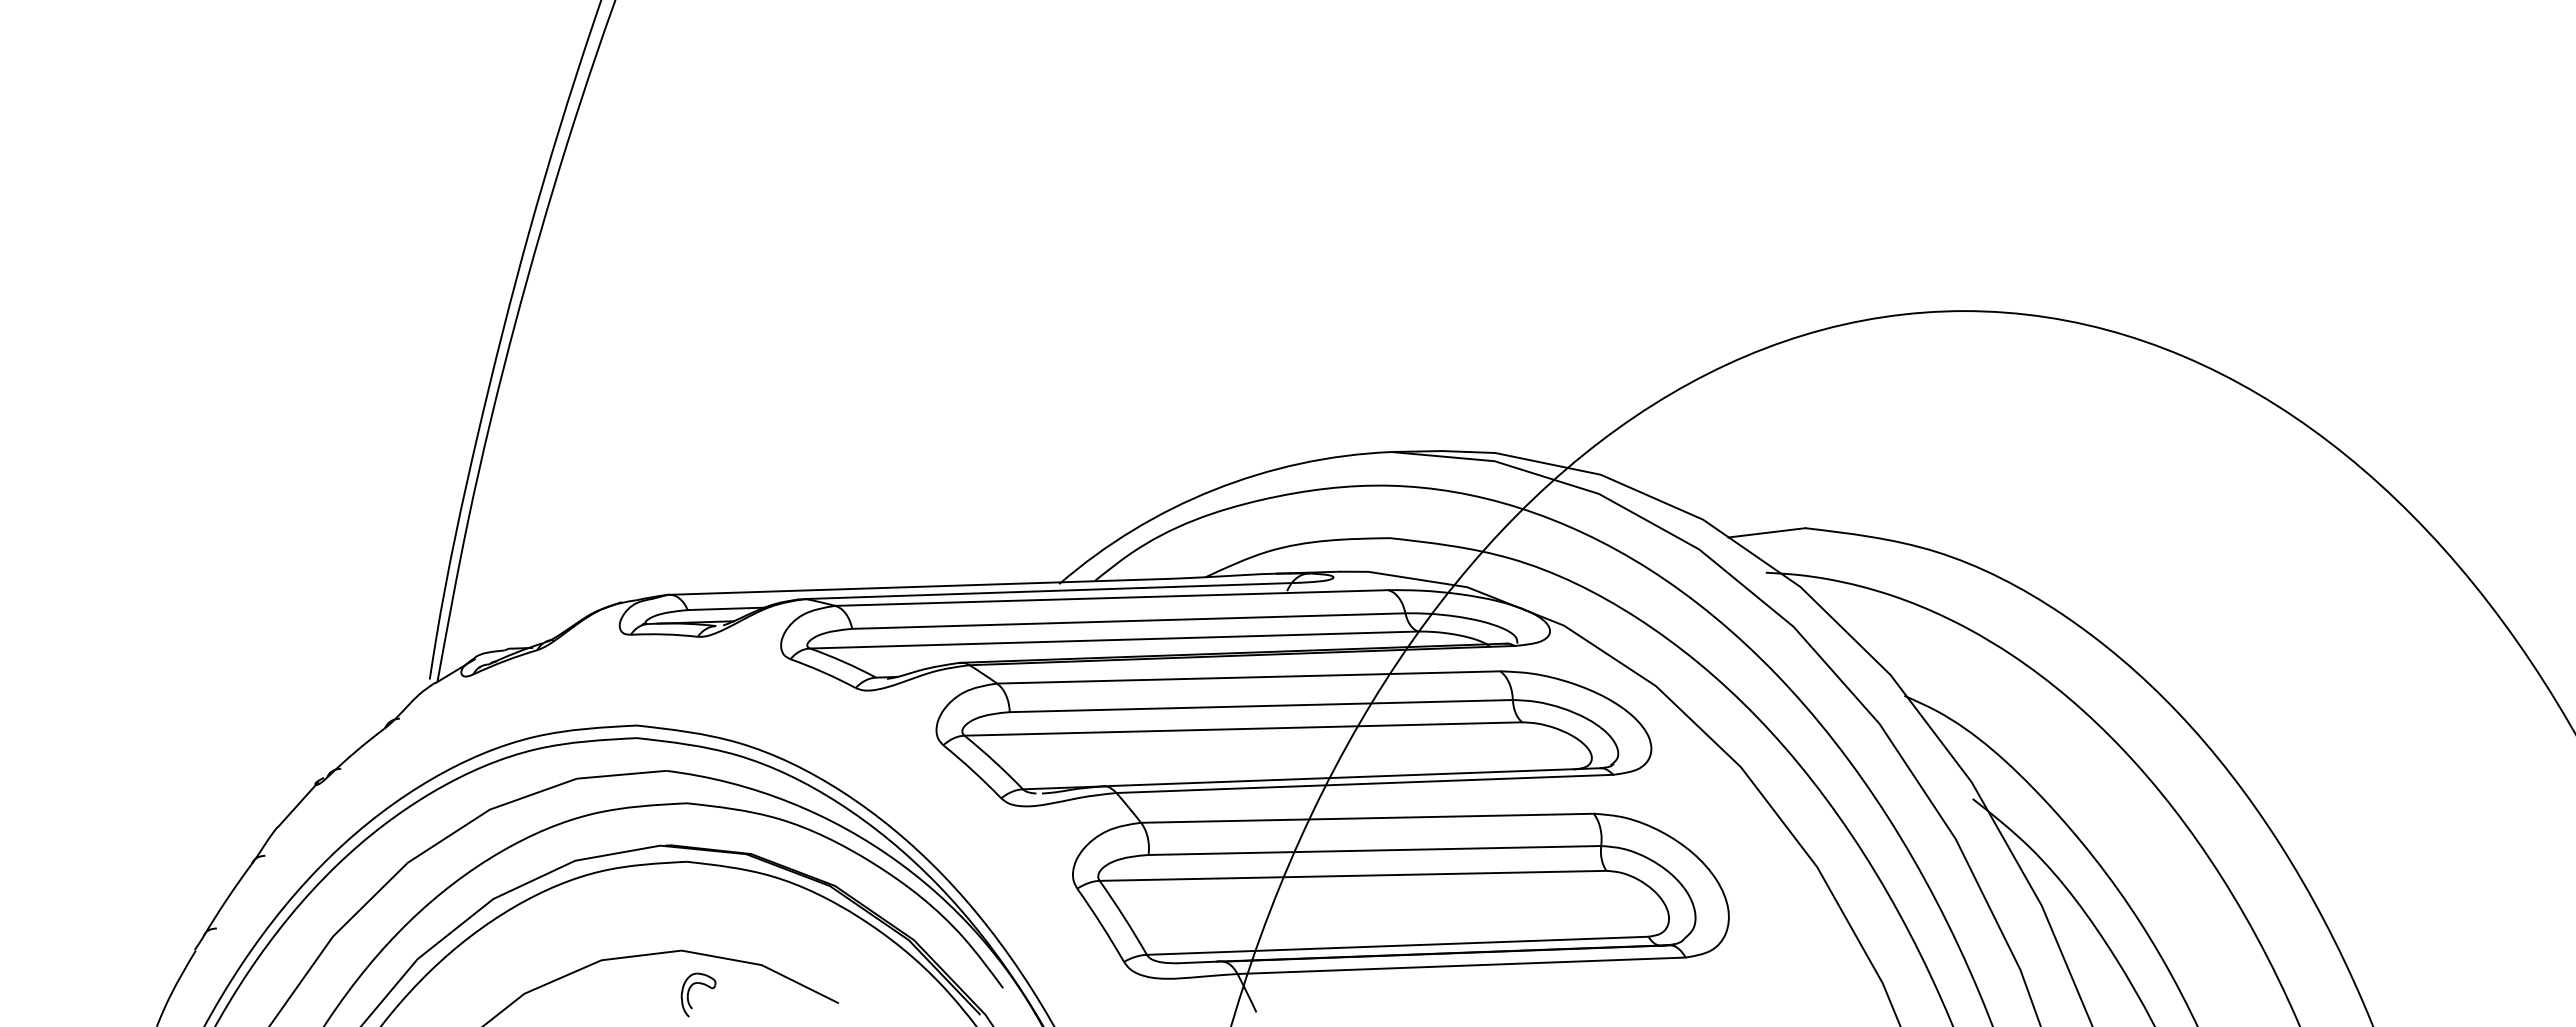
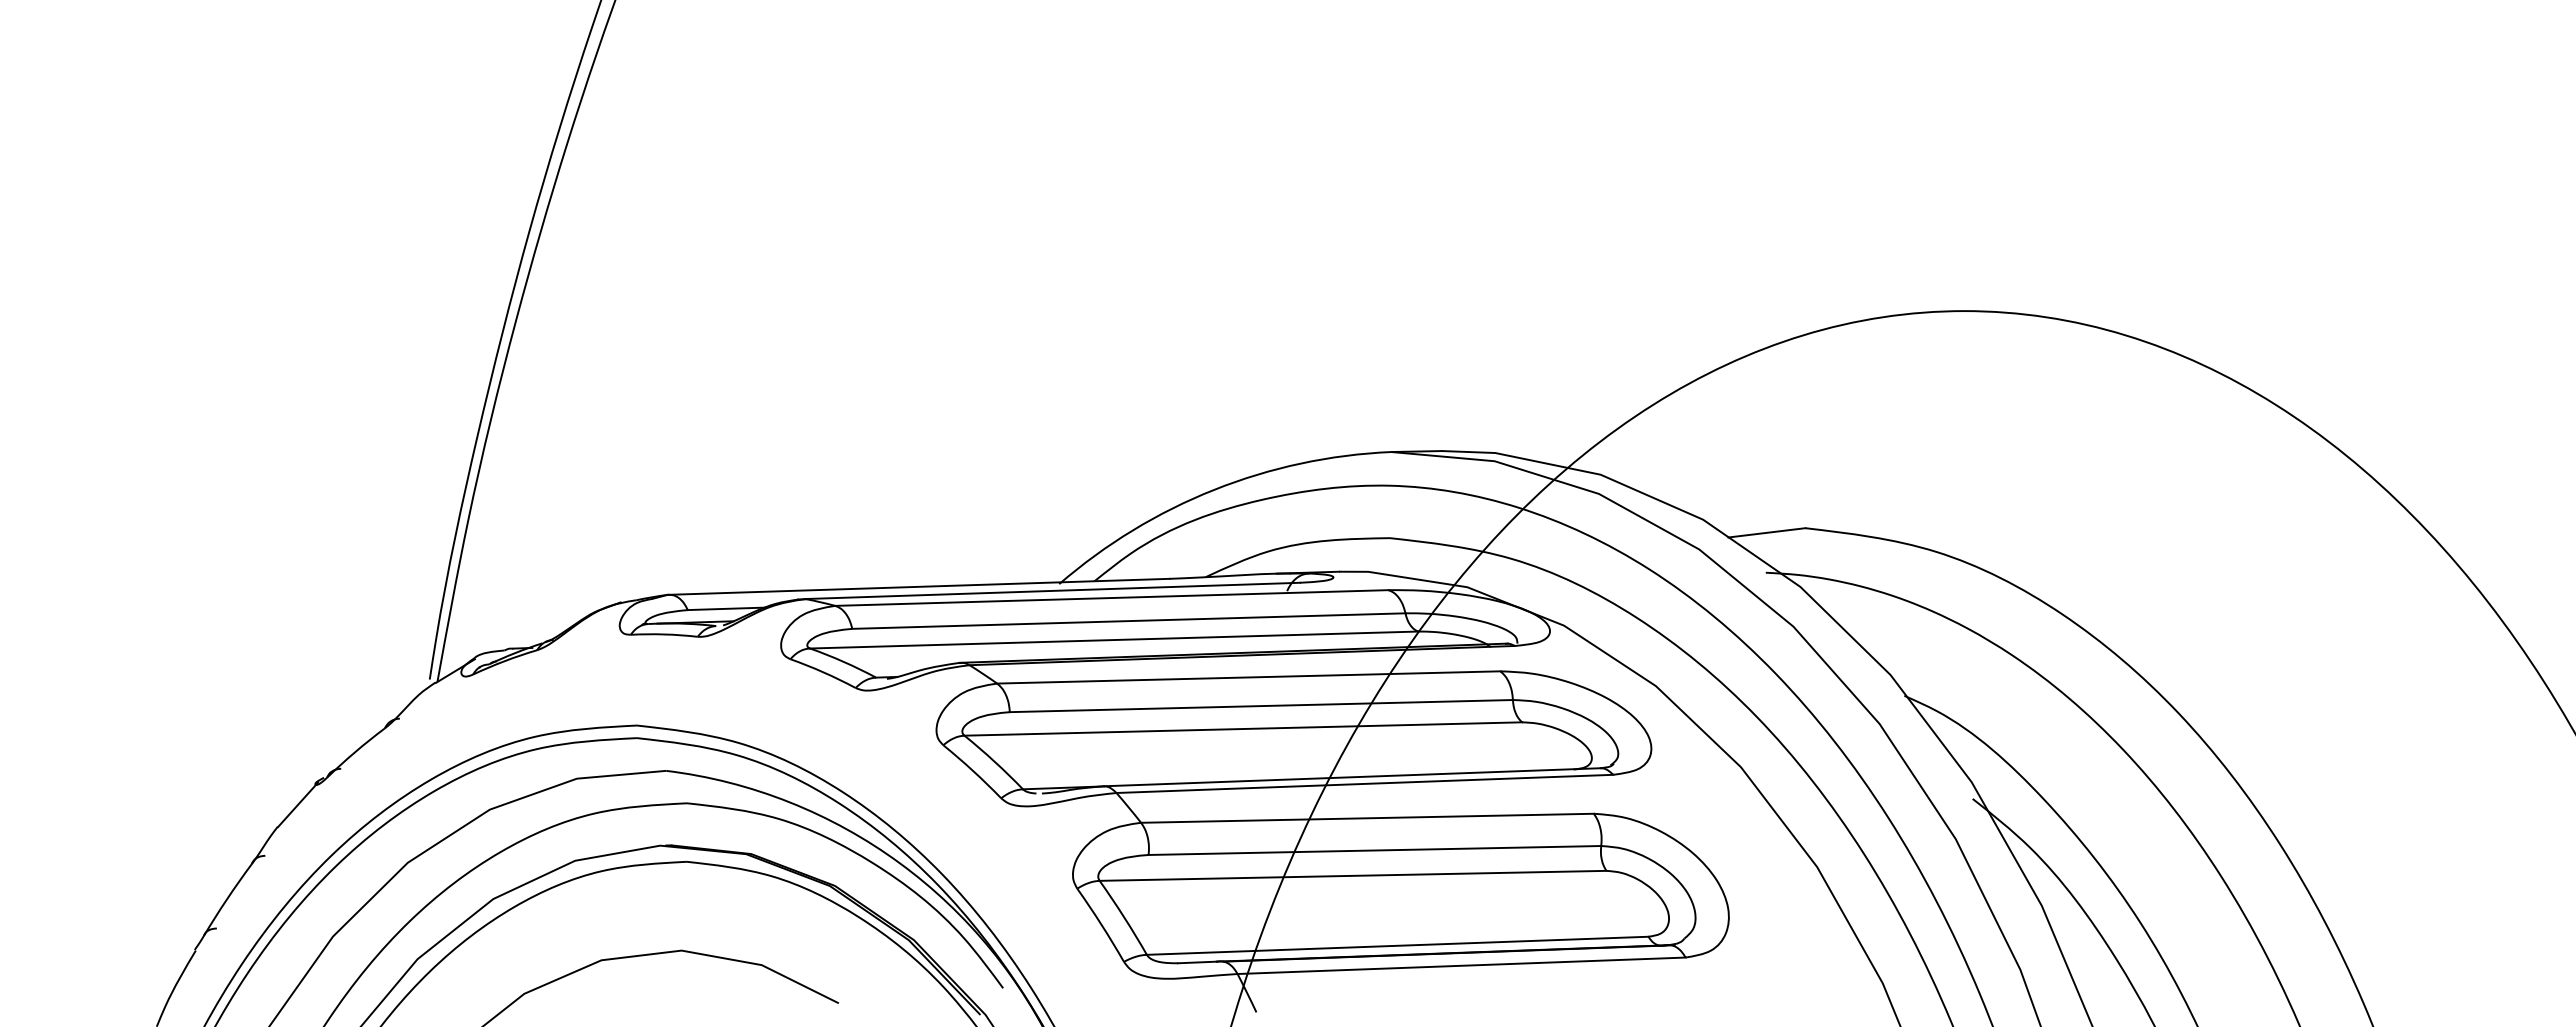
part at (689, 992): present -> none
